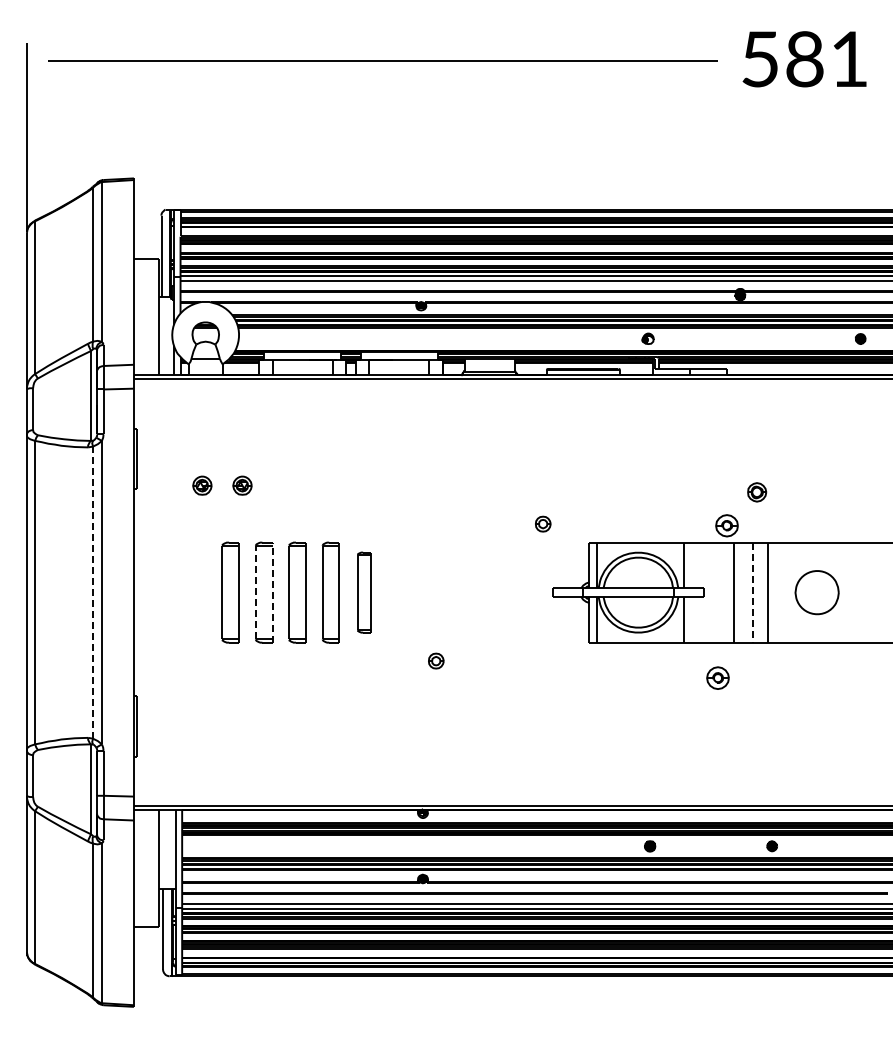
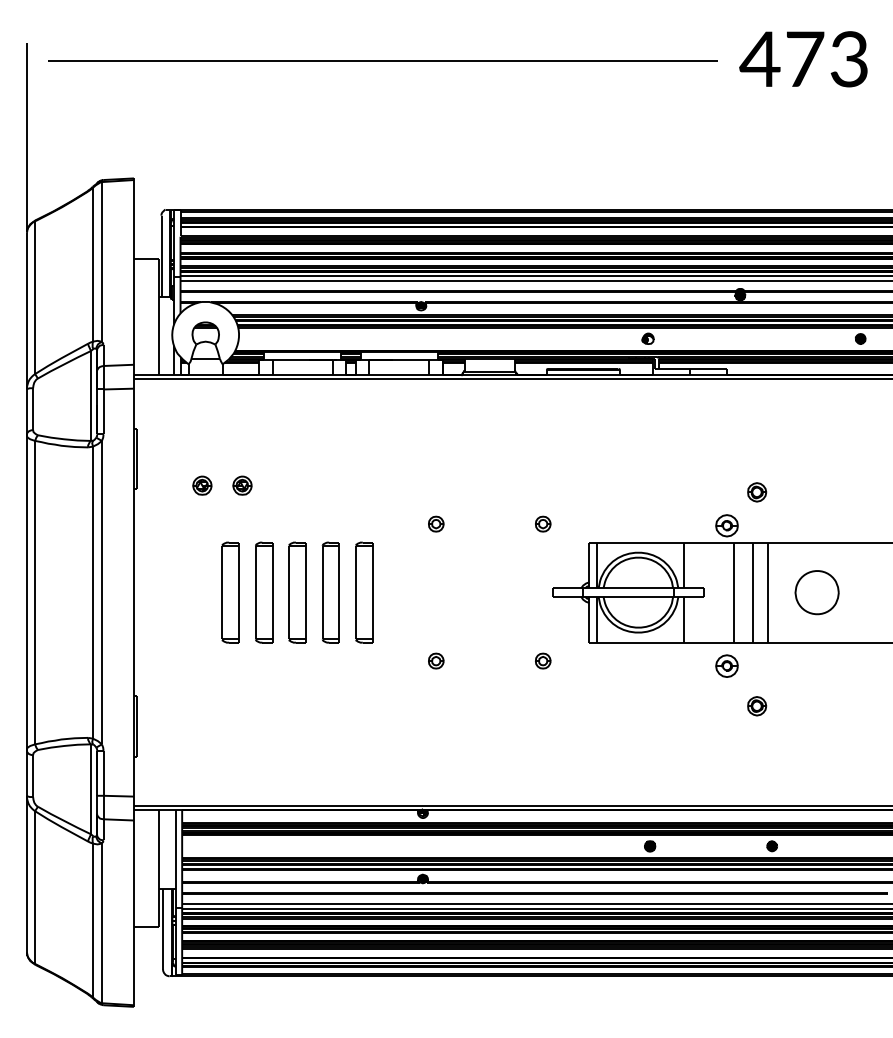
text at (803, 59): 581 -> 473
part at (436, 523): none -> present
line at (93, 592): dashed -> solid
line at (255, 592): dashed -> solid
line at (272, 592): dashed -> solid
part at (364, 592) size: 15x83 px -> 19x103 px
line at (752, 593): dashed -> solid
part at (543, 660): none -> present
part at (717, 677) position: (717, 677) -> (726, 665)
part at (757, 706): none -> present
